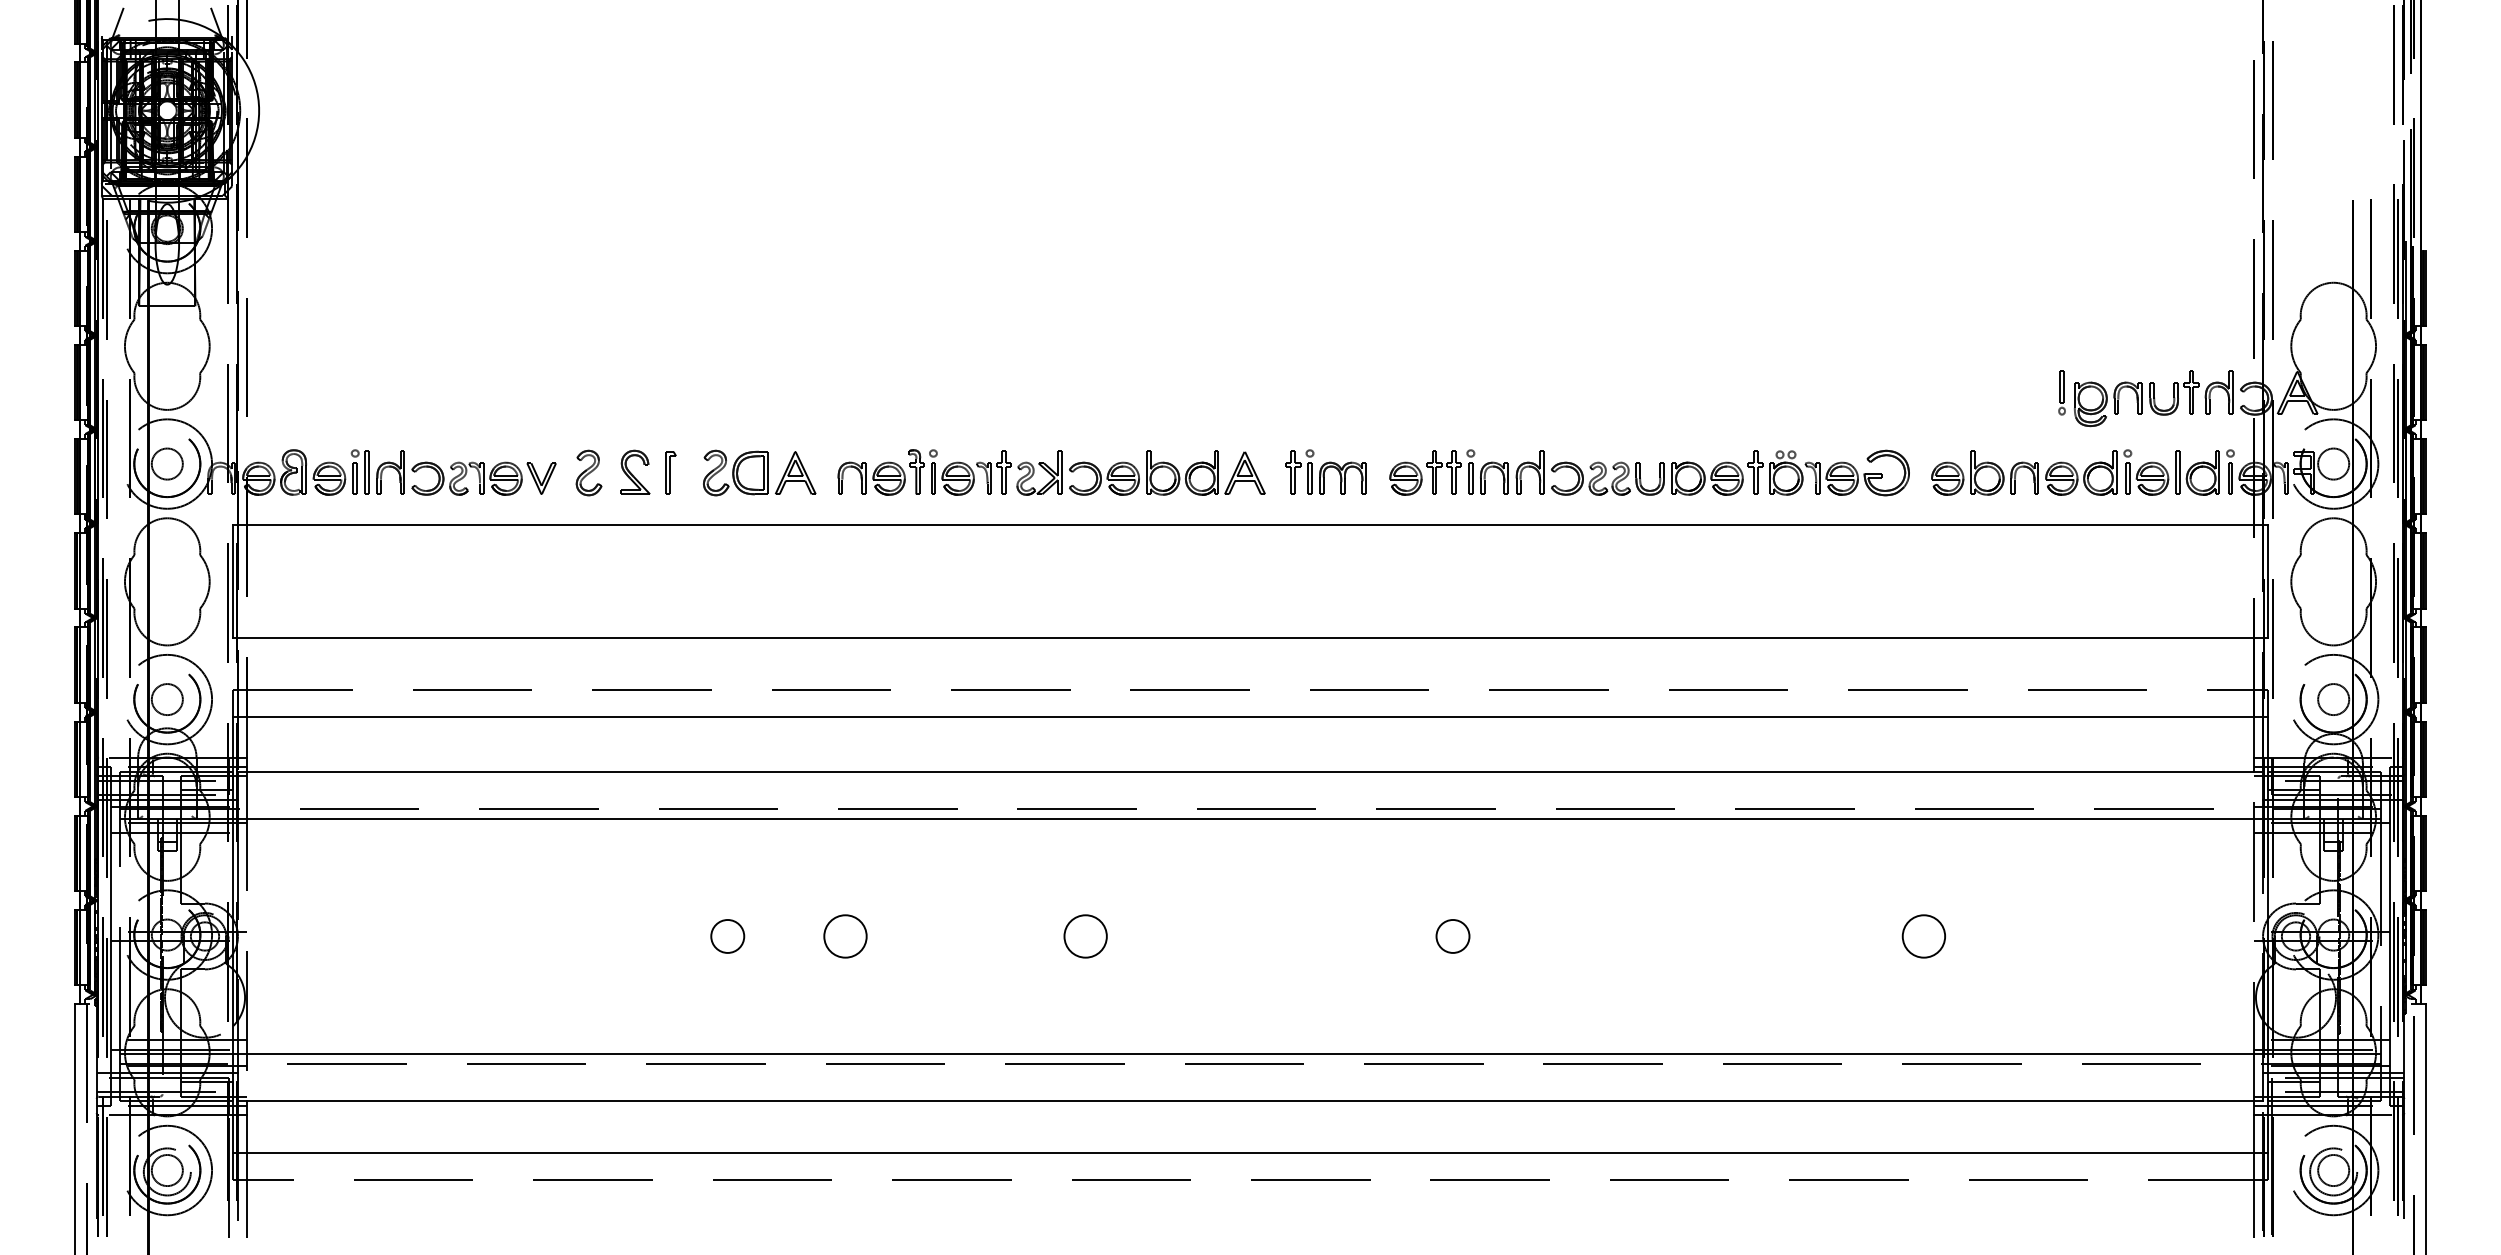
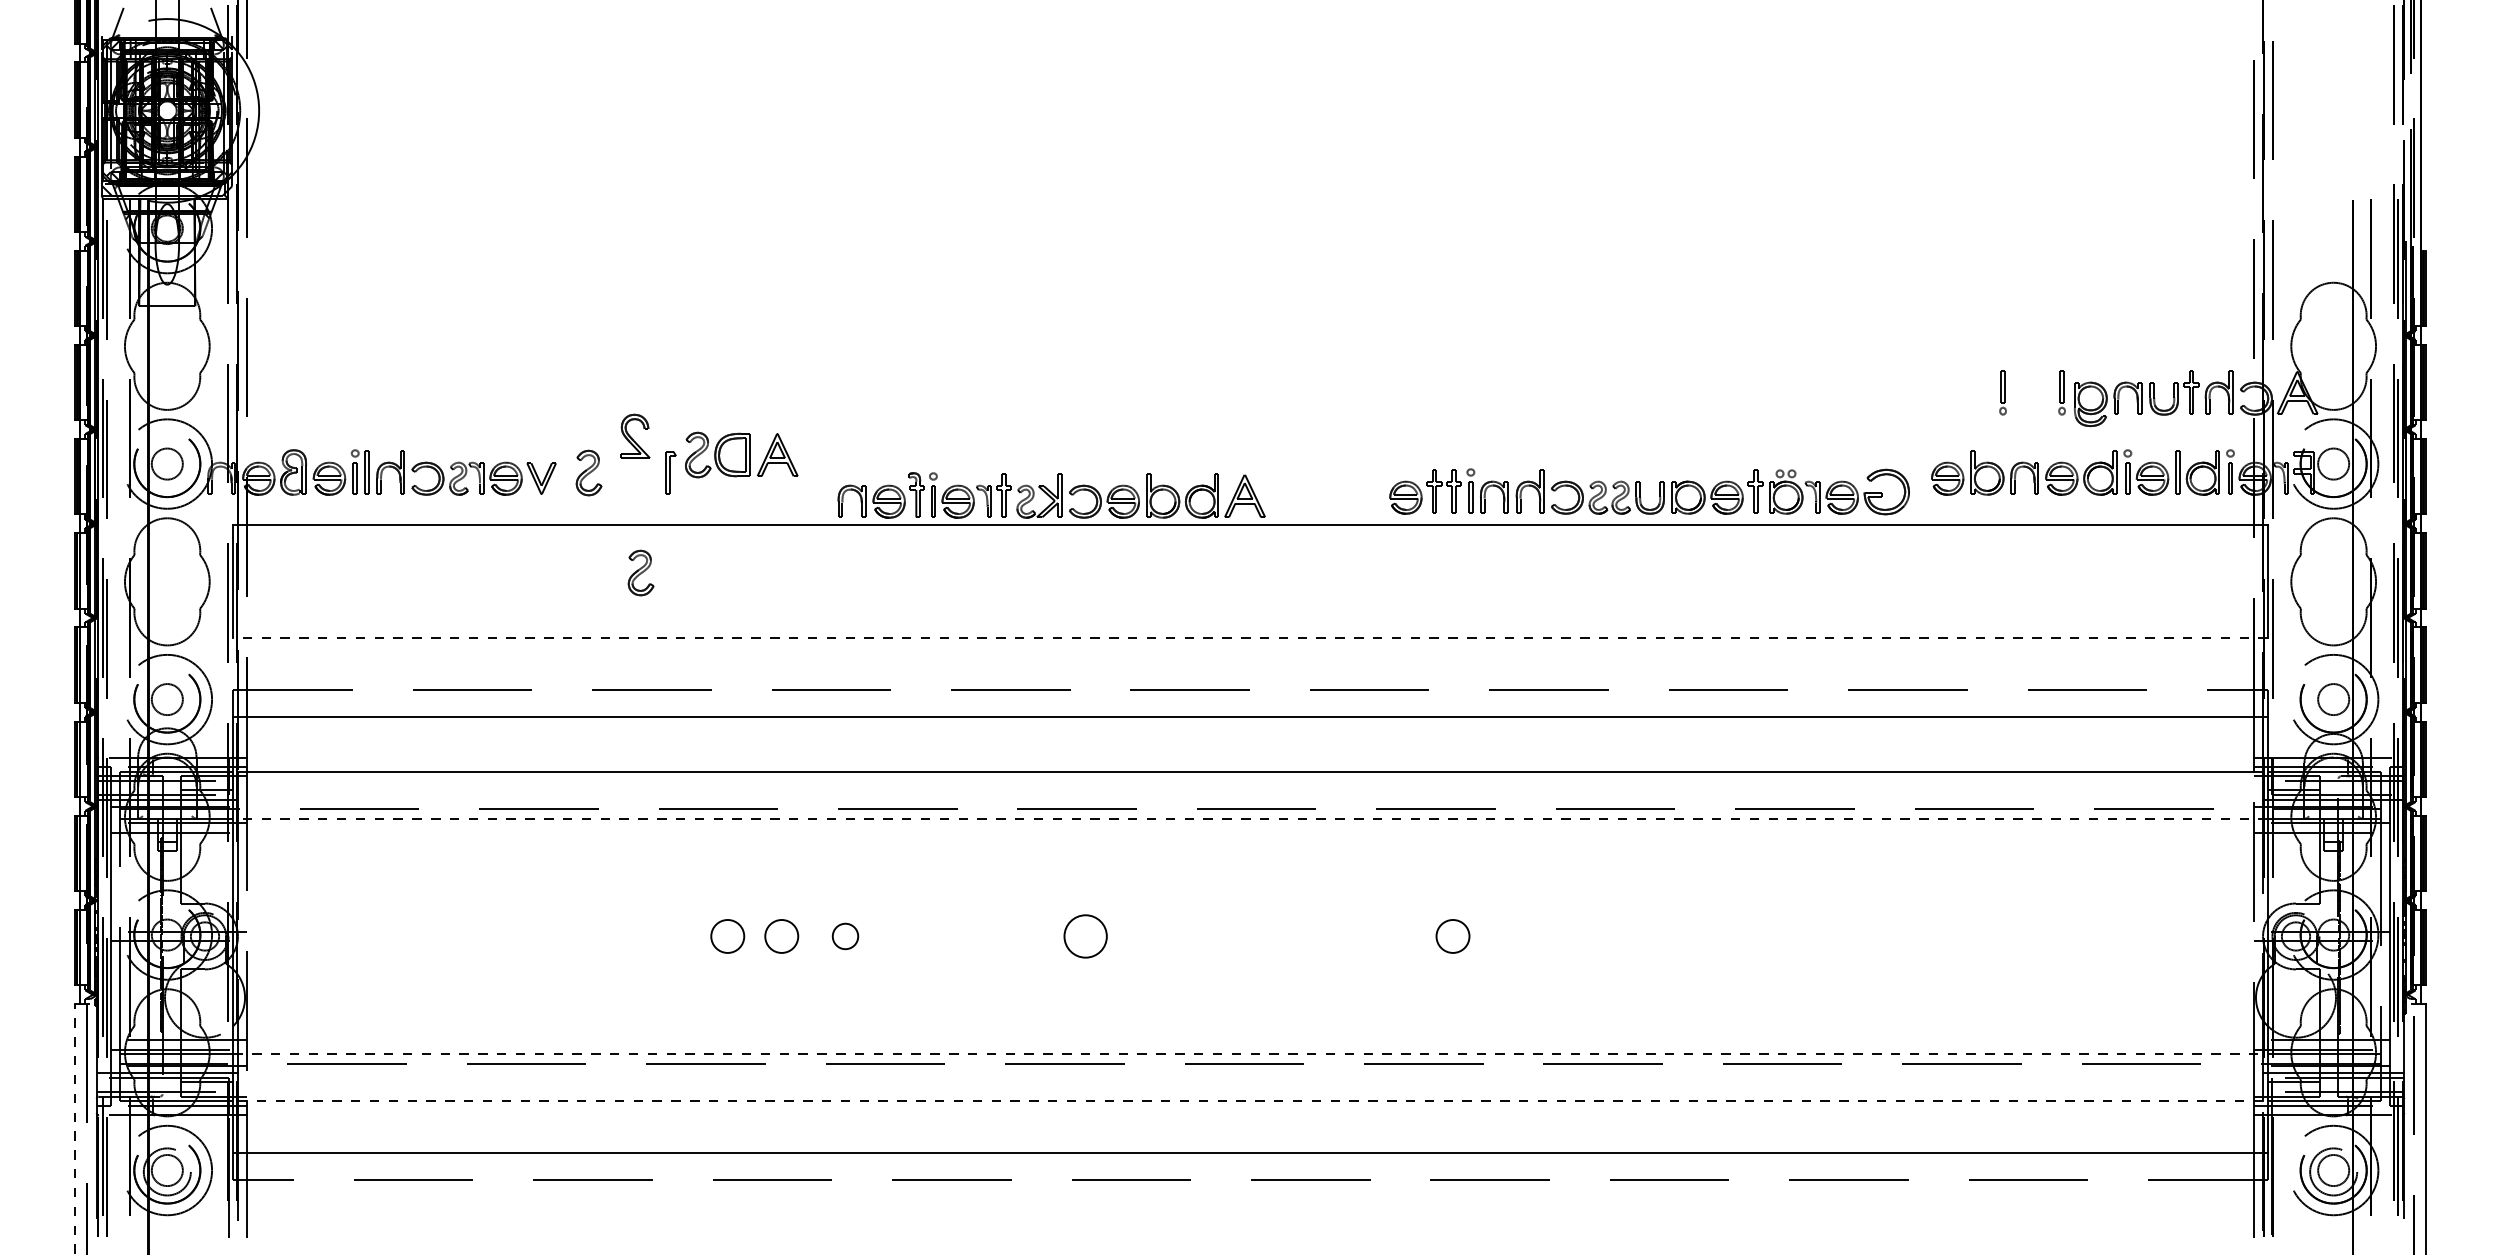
part at (2002, 392): none -> present
part at (635, 471) position: (635, 471) -> (635, 435)
part at (1325, 471): present -> none
part at (759, 472) position: (759, 472) -> (741, 454)
part at (1051, 472) position: (1051, 472) -> (1051, 495)
part at (1640, 472) position: (1640, 472) -> (1640, 491)
part at (640, 572): none -> present
line at (1250, 638): solid -> dashed
line at (1250, 818): solid -> dashed
circle at (781, 936): none -> present
circle at (845, 936) diameter: 42 px -> 25 px
circle at (1923, 936): present -> none
line at (1251, 1054): solid -> dashed
line at (1250, 1101): solid -> dashed
line at (75, 1129): solid -> dashed
